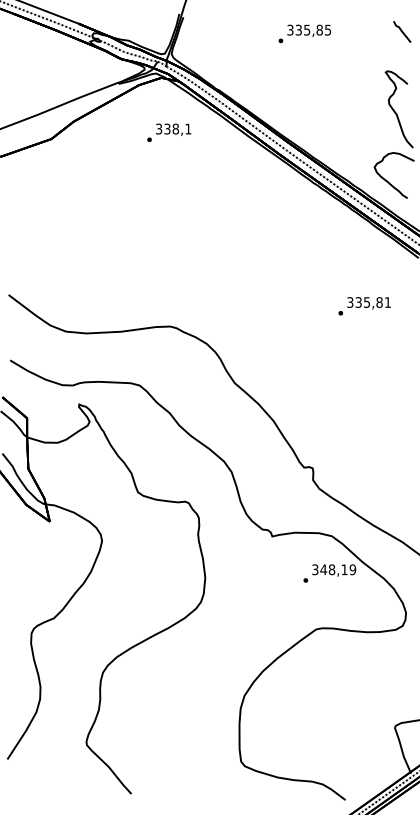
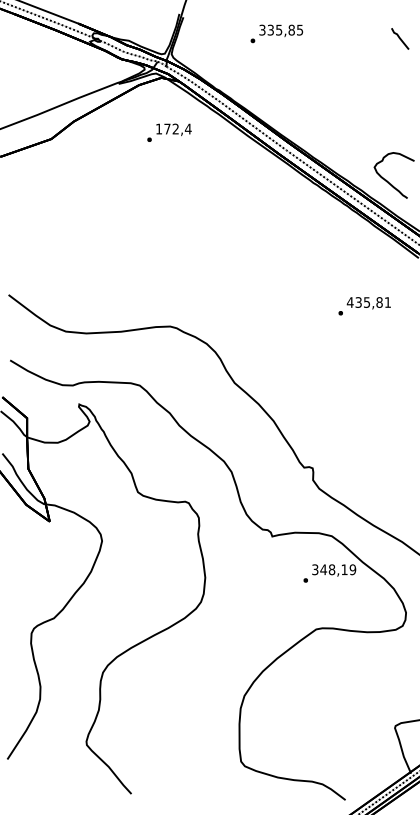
line at (402, 31) position: (402, 31) -> (400, 38)
text at (304, 33) position: (304, 33) -> (276, 33)
curve at (395, 111): present -> none
text at (173, 128): 338,1 -> 172,4
text at (349, 302): 335,81 -> 435,81
